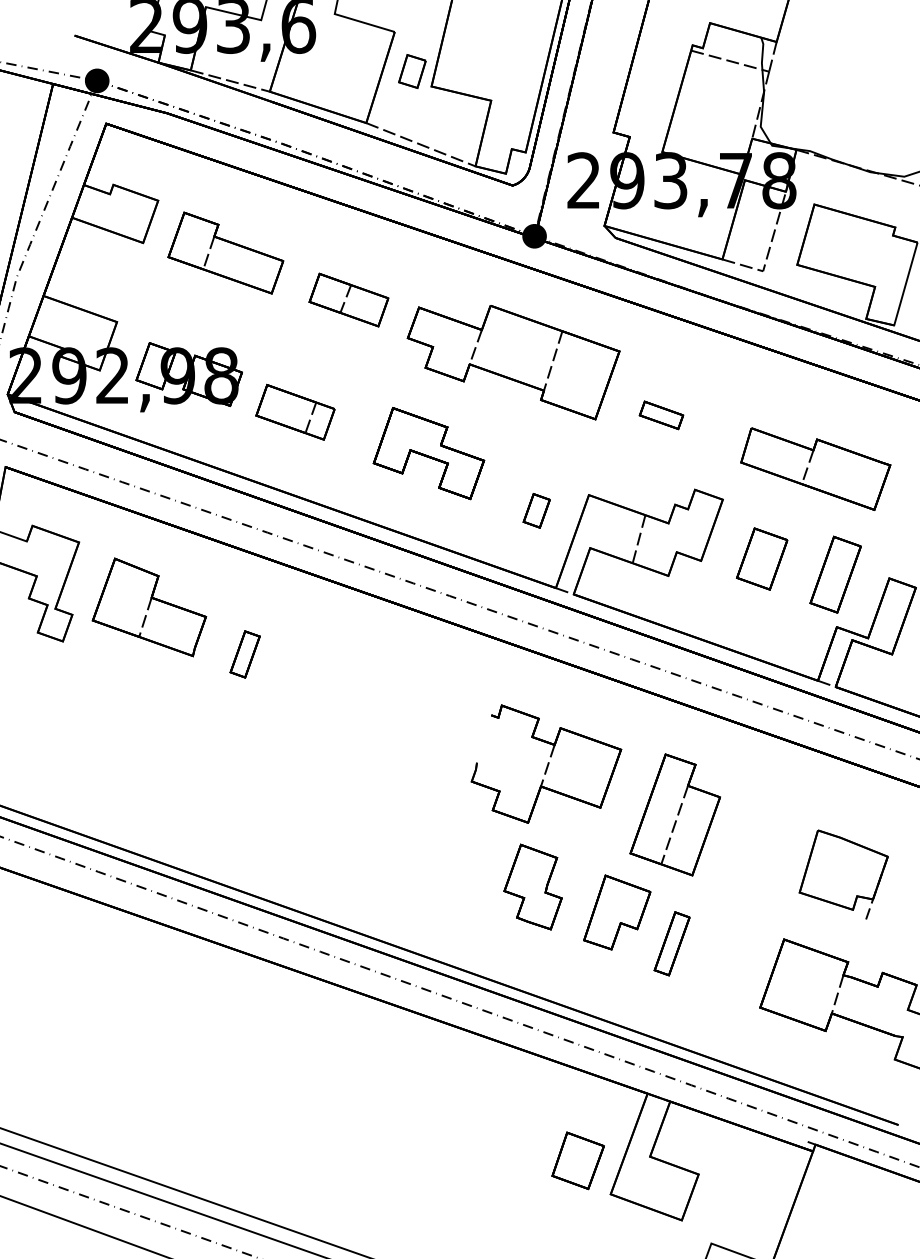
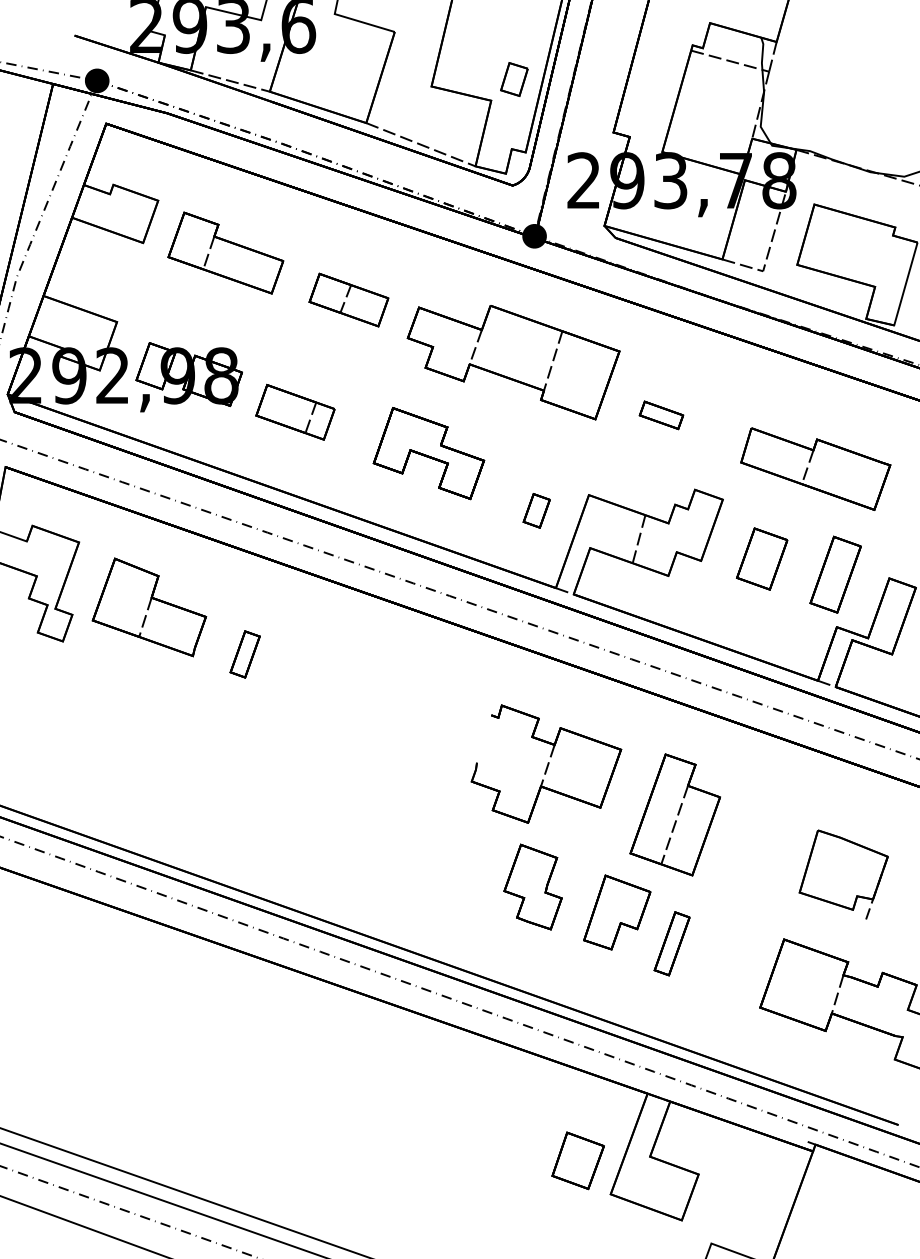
part at (412, 71) position: (412, 71) -> (514, 79)
